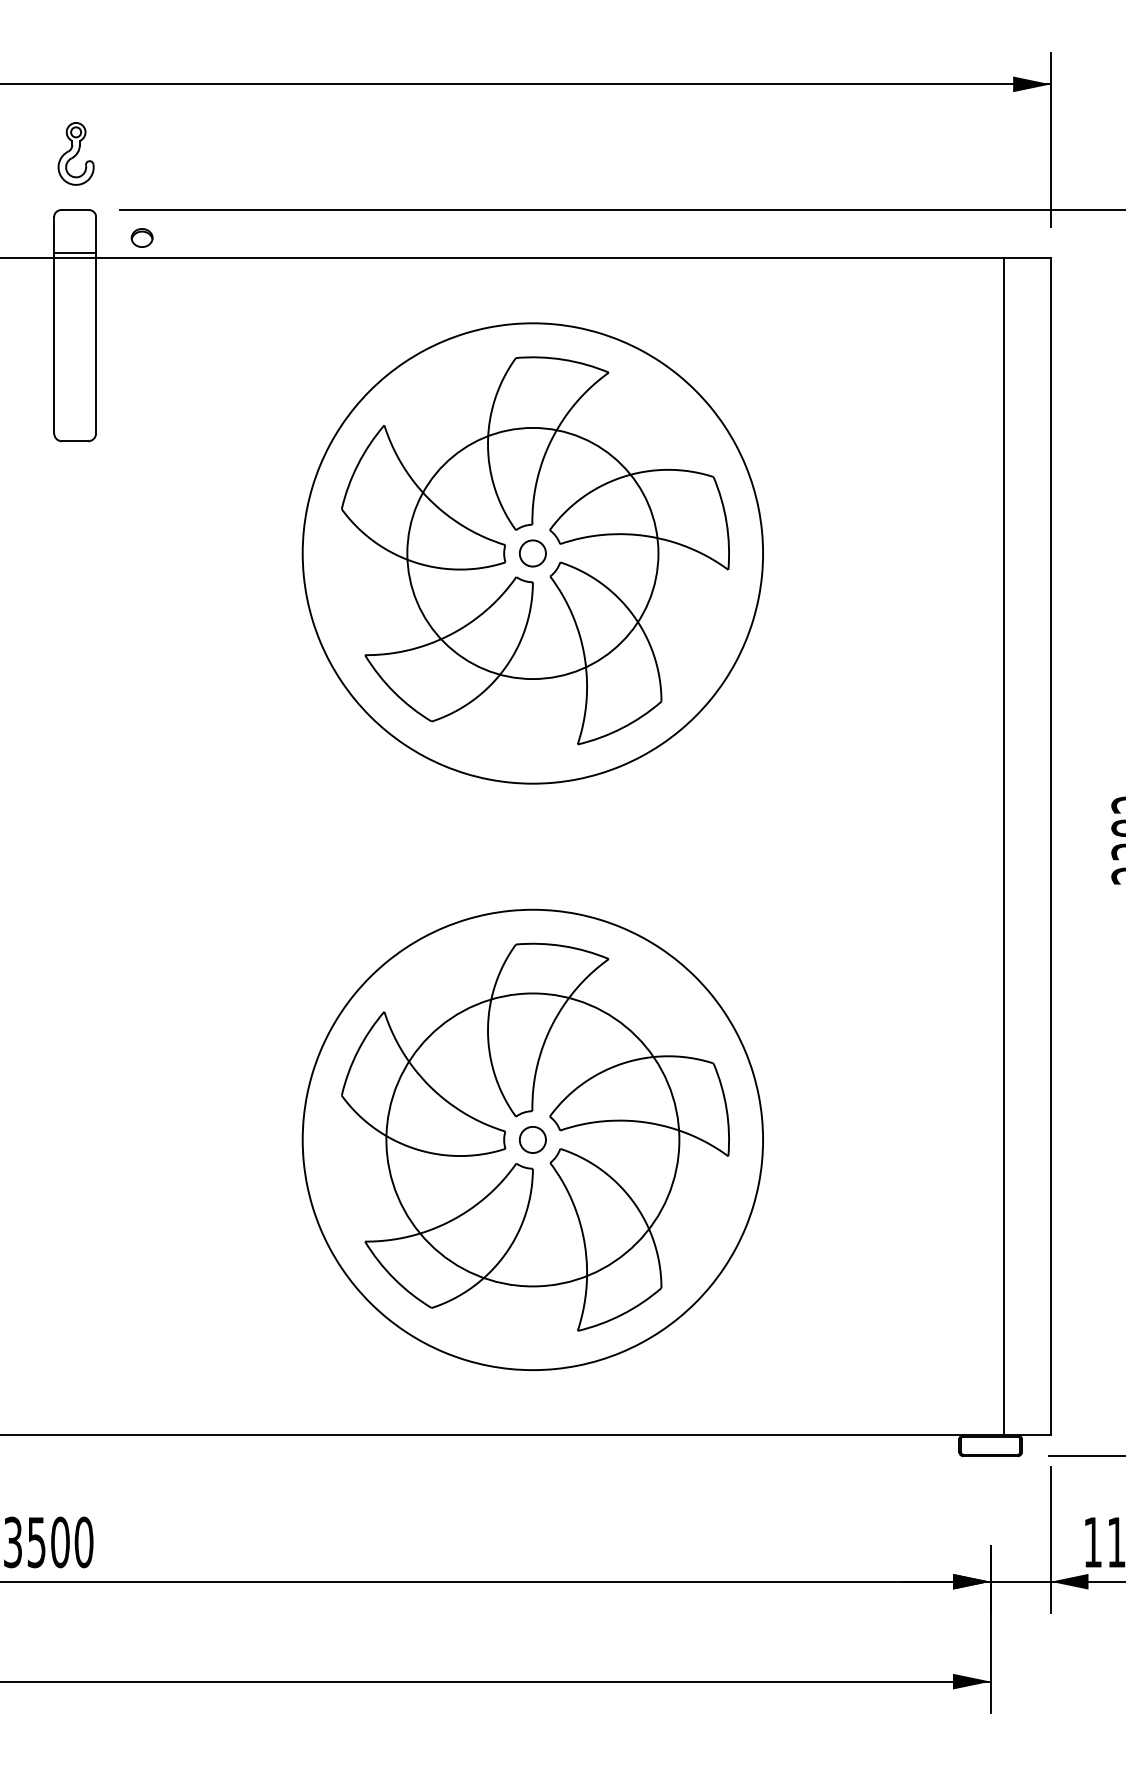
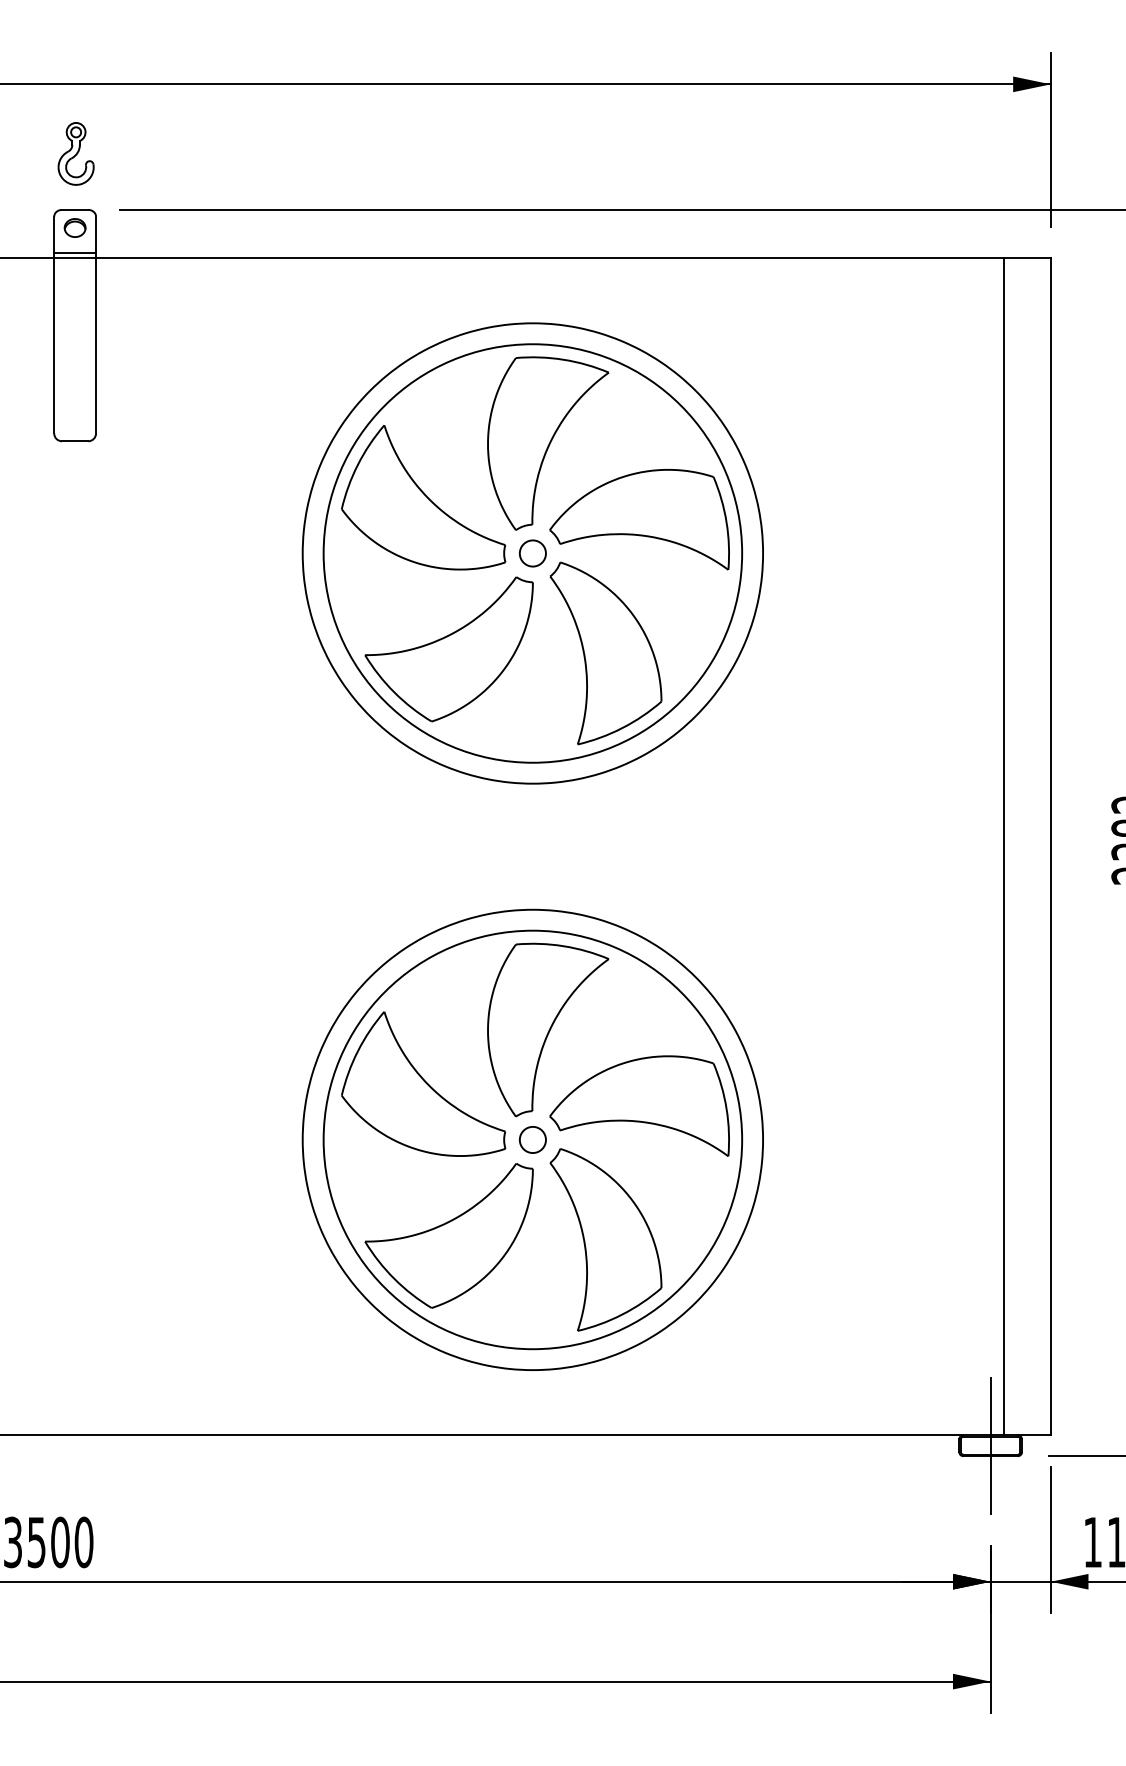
part at (141, 237) position: (141, 237) -> (74, 227)
circle at (532, 553) diameter: 251 px -> 419 px
circle at (532, 1139) diameter: 293 px -> 419 px
line at (990, 1445): none -> present
